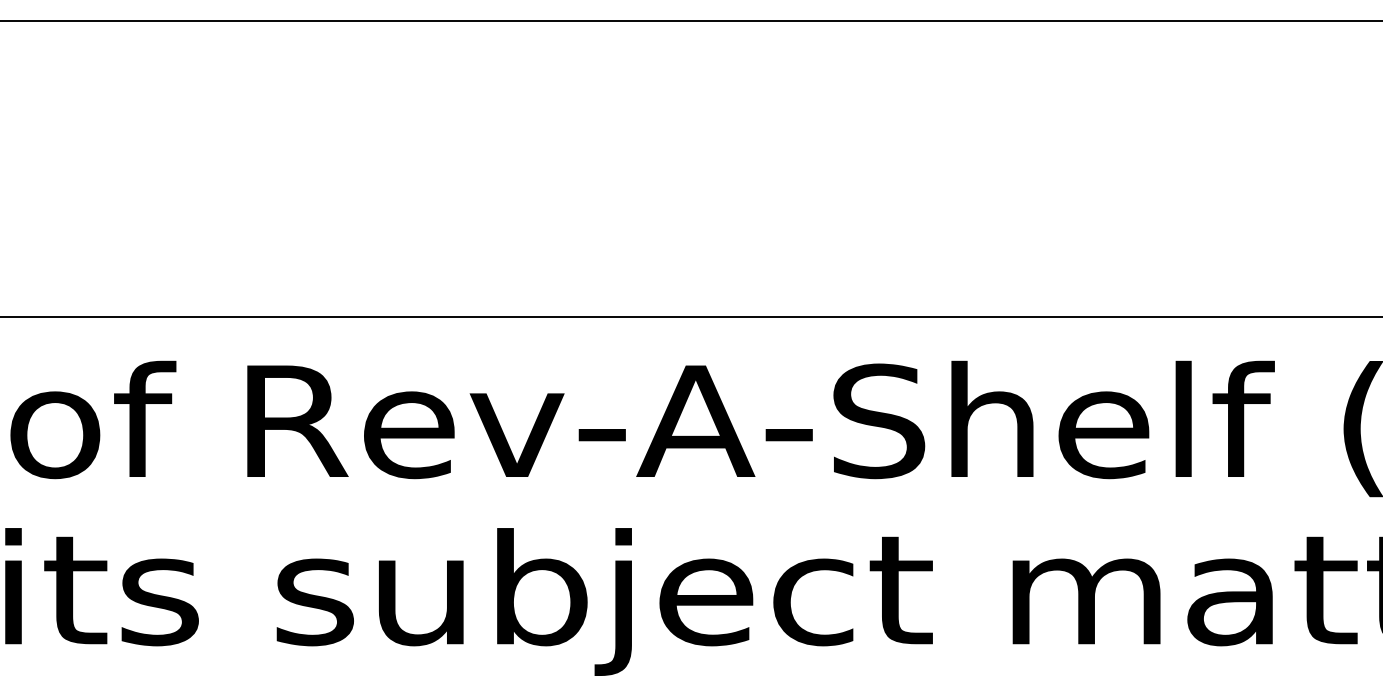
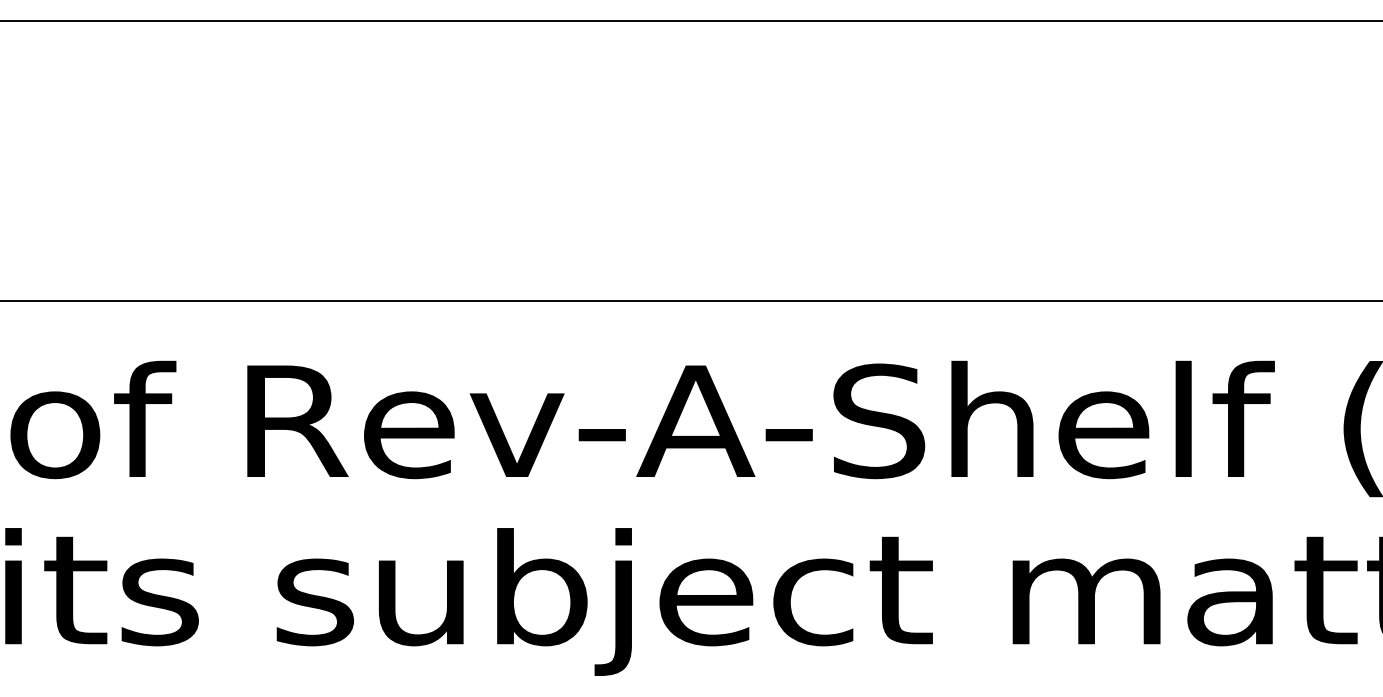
line at (690, 317) position: (690, 317) -> (690, 301)
